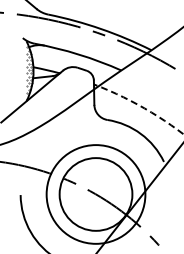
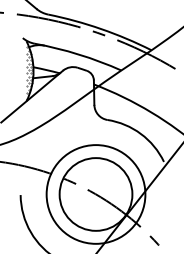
arc at (140, 106): dashed -> solid
